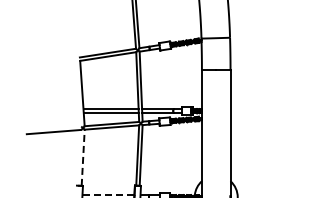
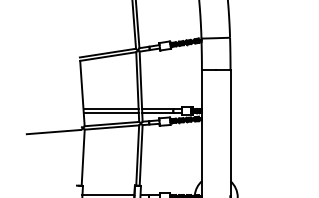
line at (83, 157): dashed -> solid
line at (107, 195): dashed -> solid
